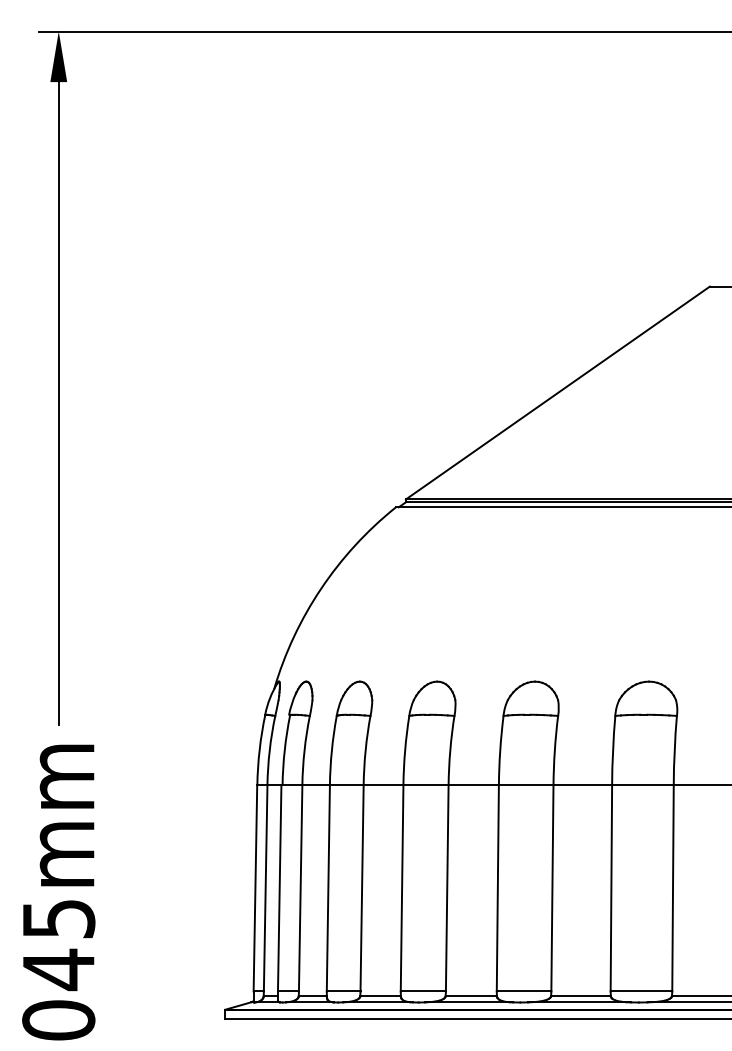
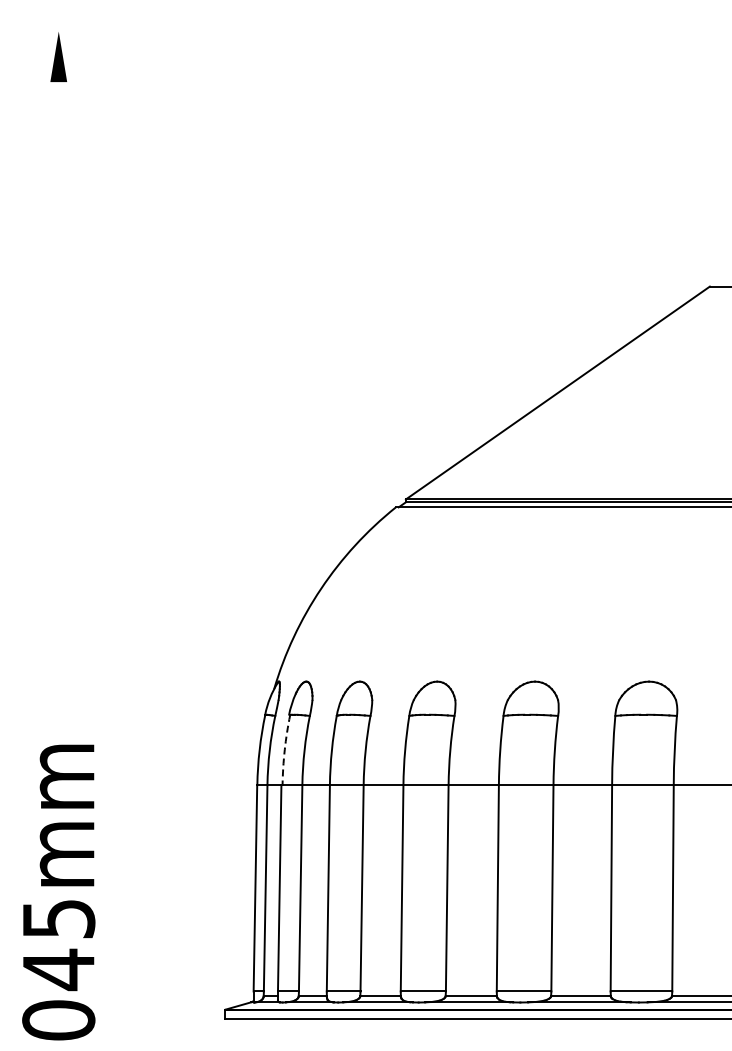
line at (383, 31): present -> none
line at (58, 403): present -> none
arc at (284, 749): solid -> dashed
